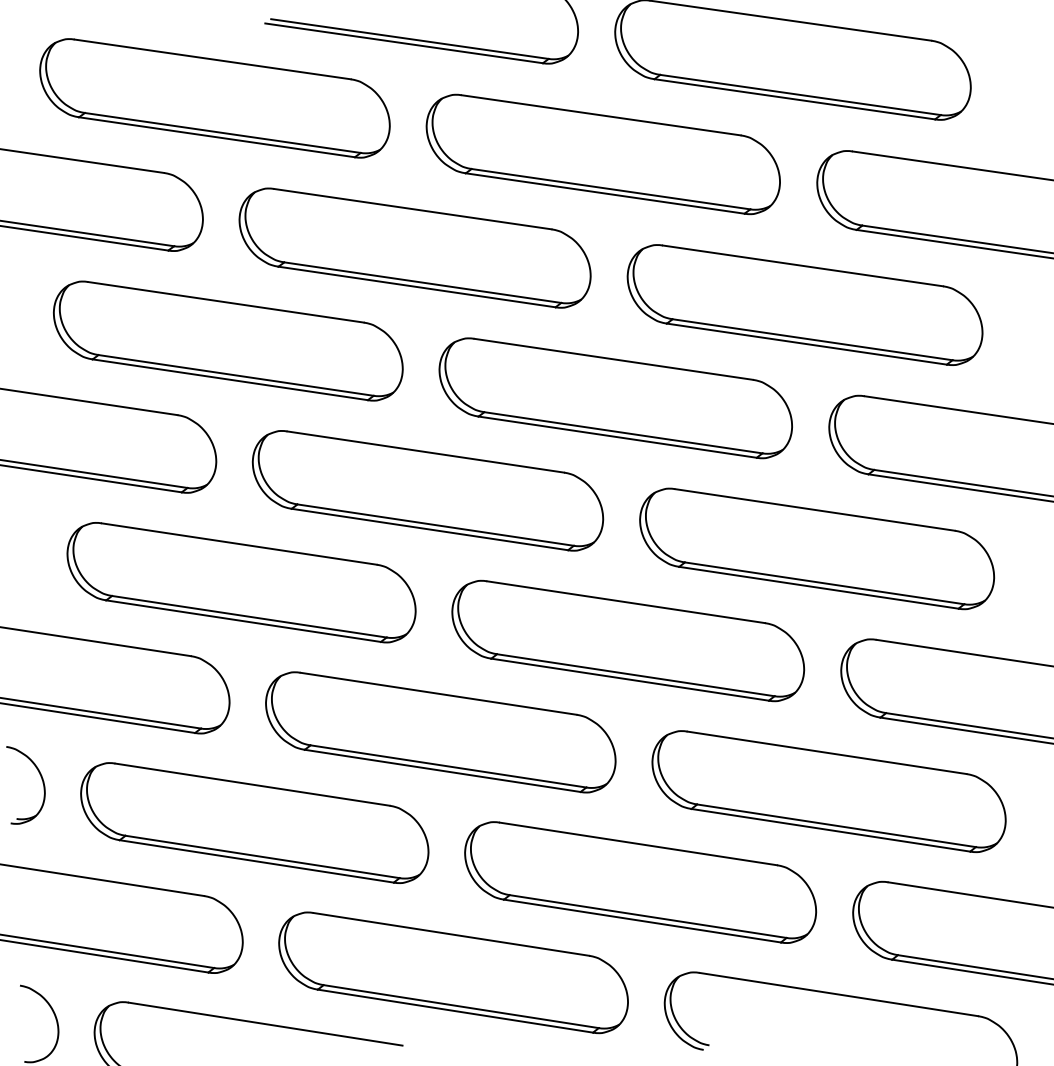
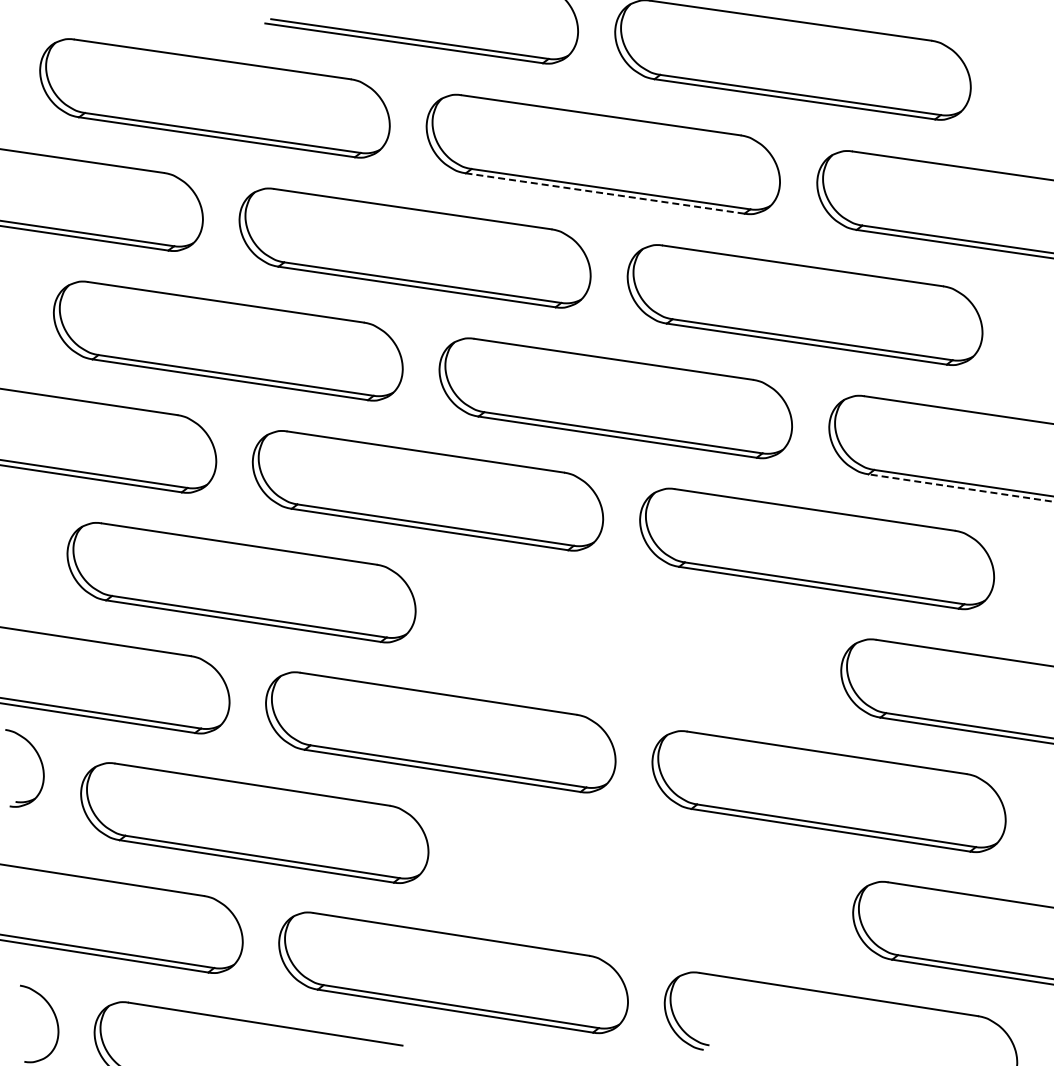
line at (605, 193): solid -> dashed
line at (960, 487): solid -> dashed
part at (628, 640): present -> none
part at (41, 779) position: (41, 779) -> (40, 762)
part at (640, 882): present -> none
